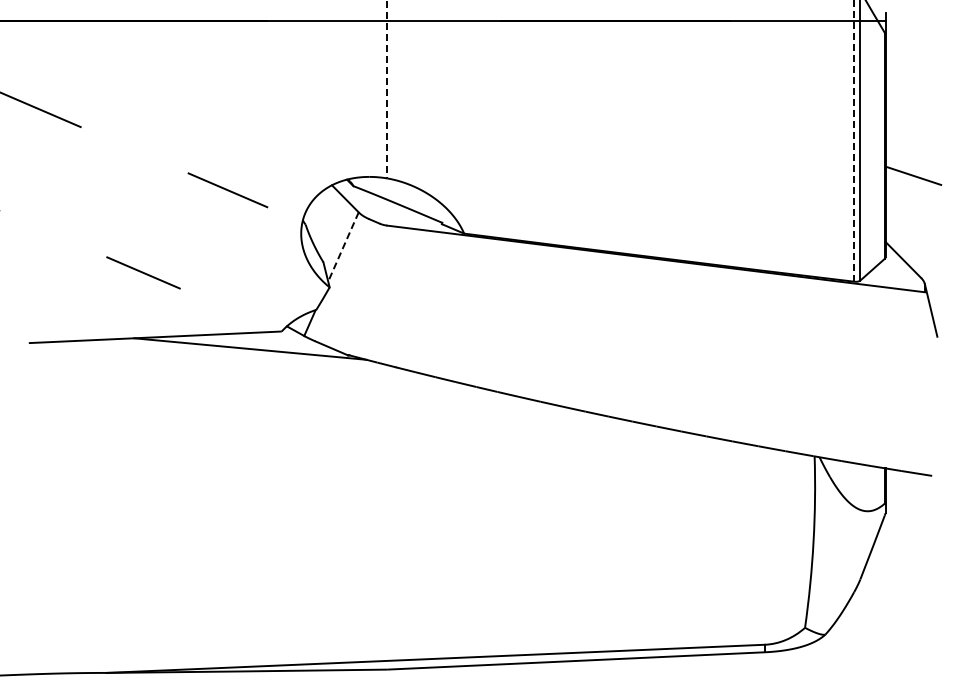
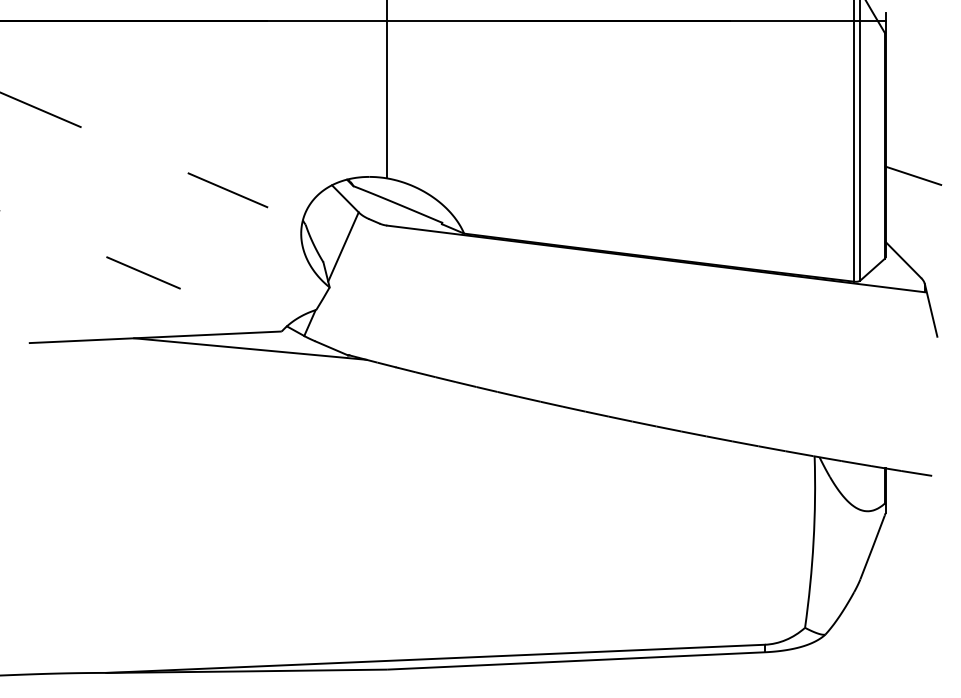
line at (387, 89): dashed -> solid
line at (854, 141): dashed -> solid
line at (343, 246): dashed -> solid
